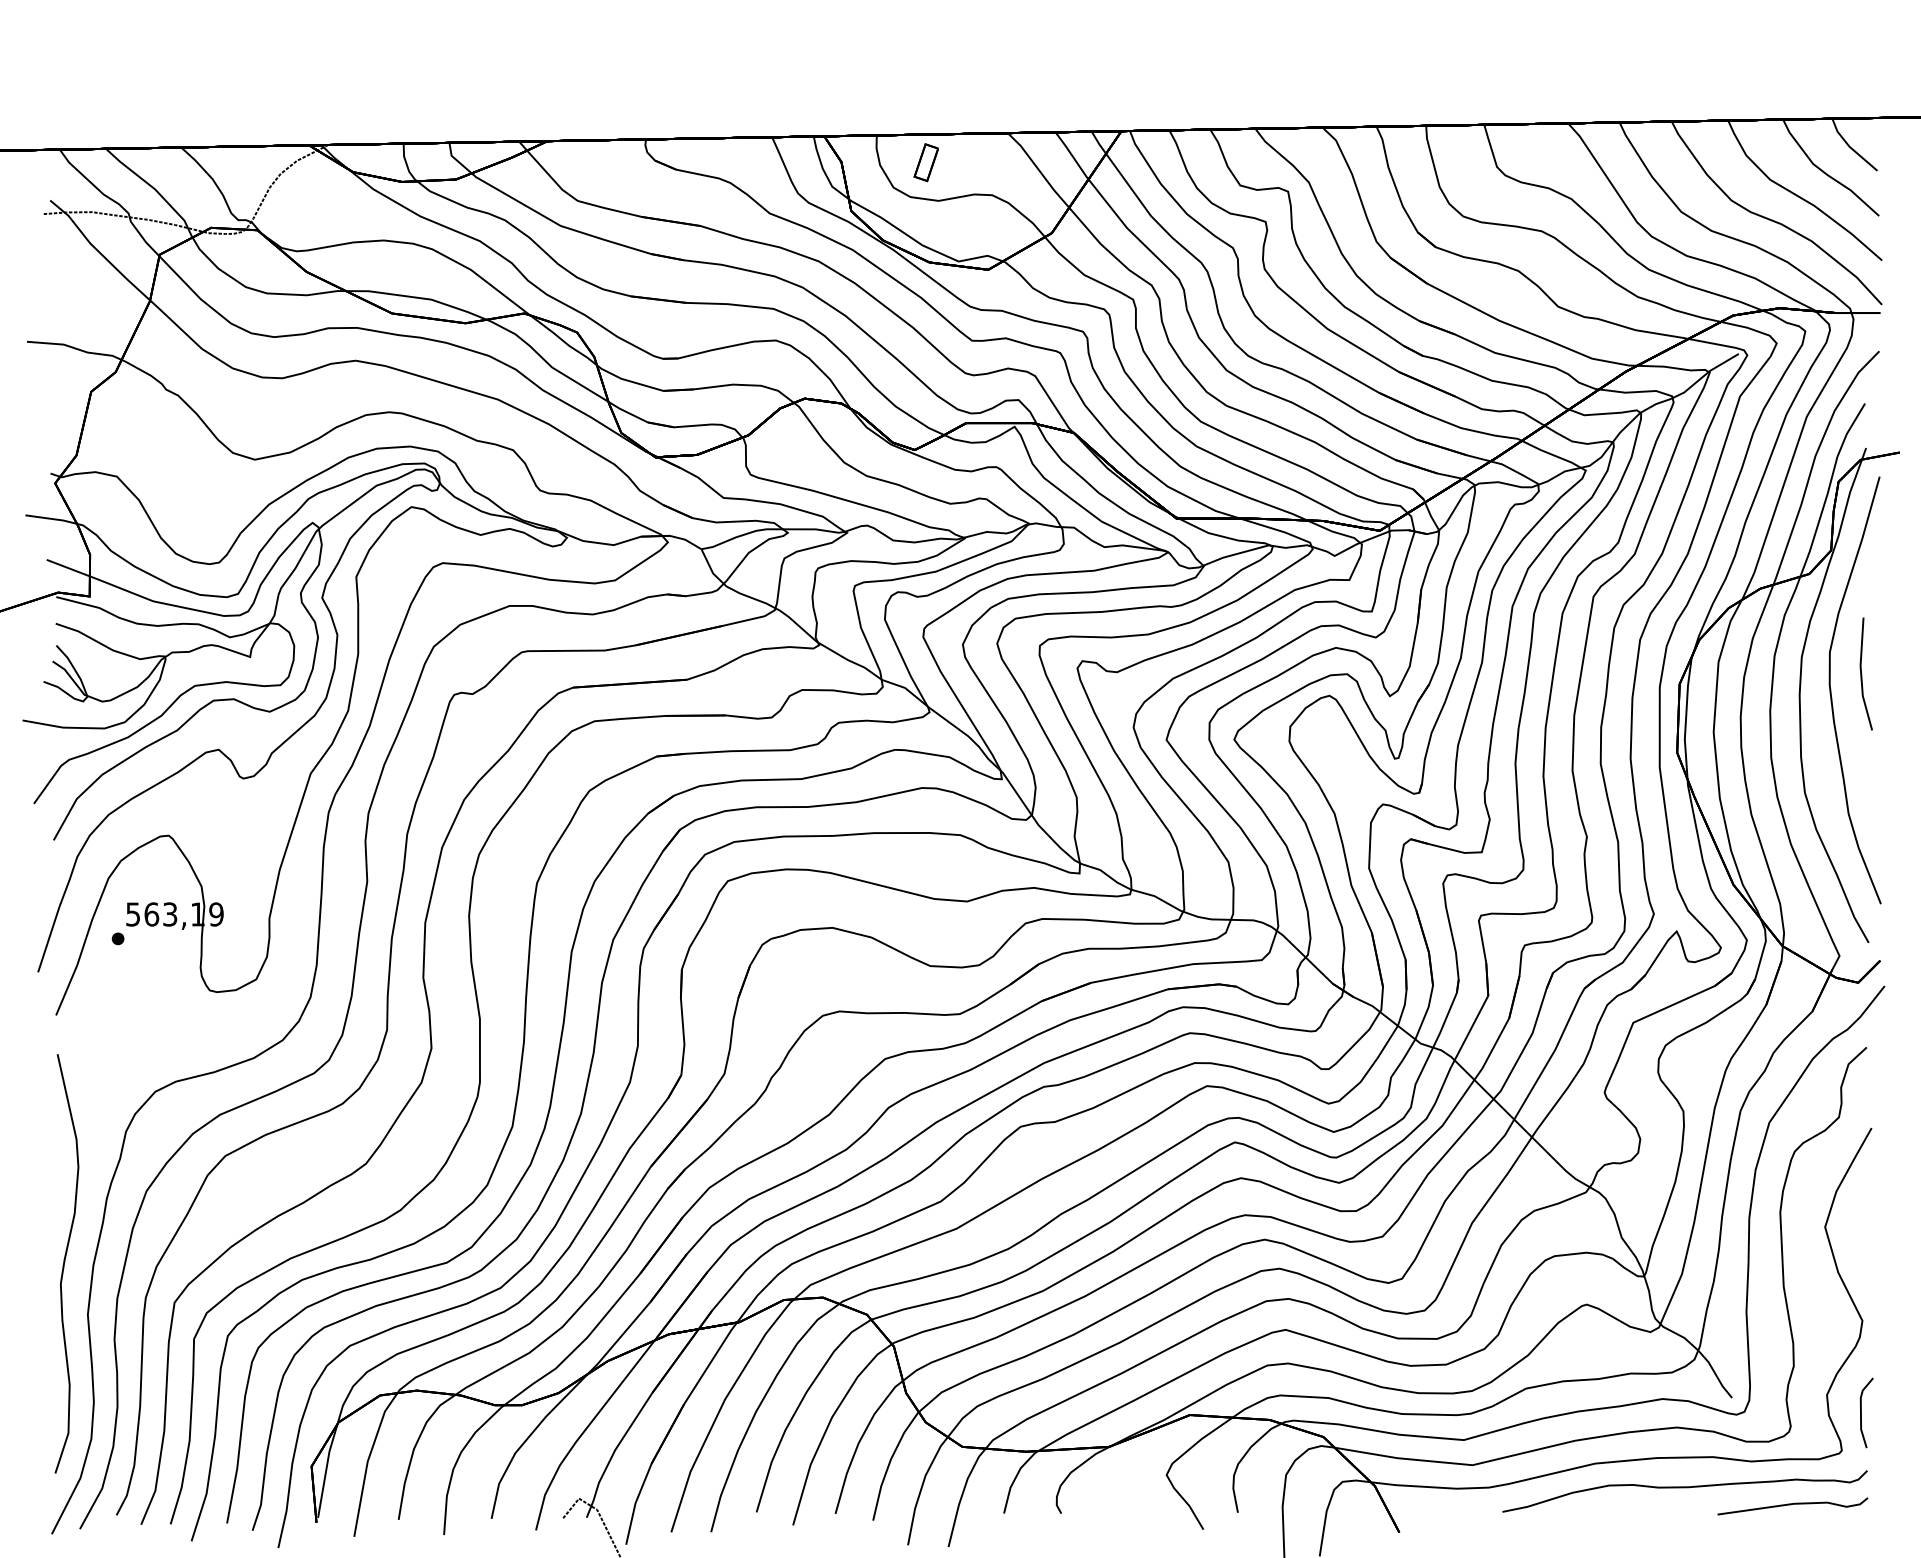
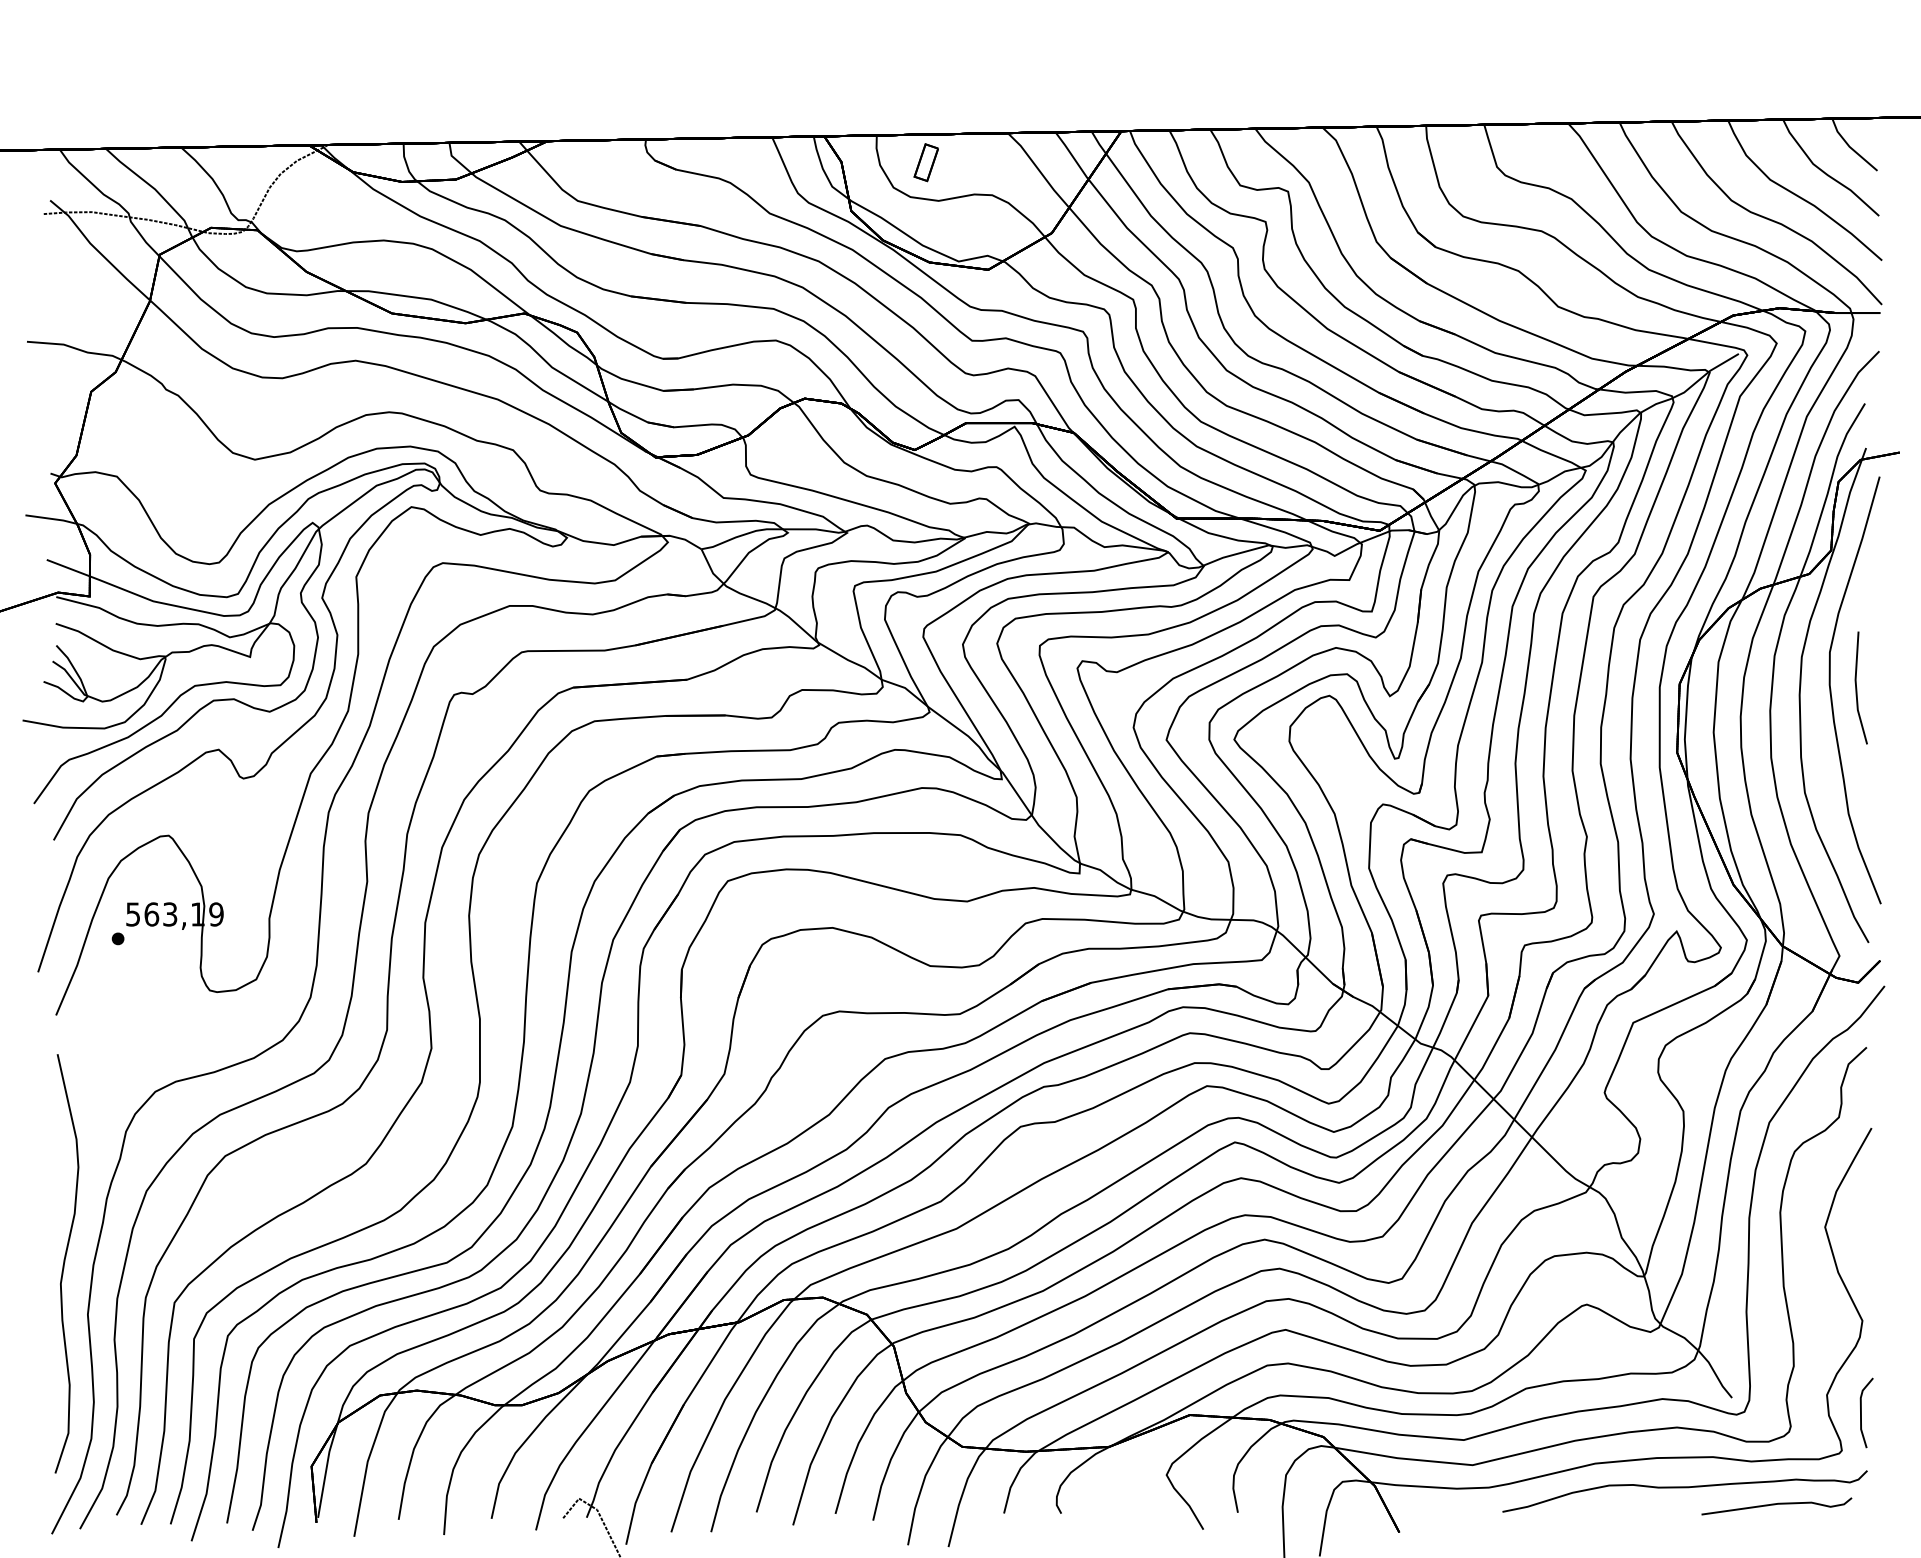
part at (1865, 673) position: (1865, 673) -> (1860, 687)
part at (1792, 1506) position: (1792, 1506) -> (1776, 1506)
